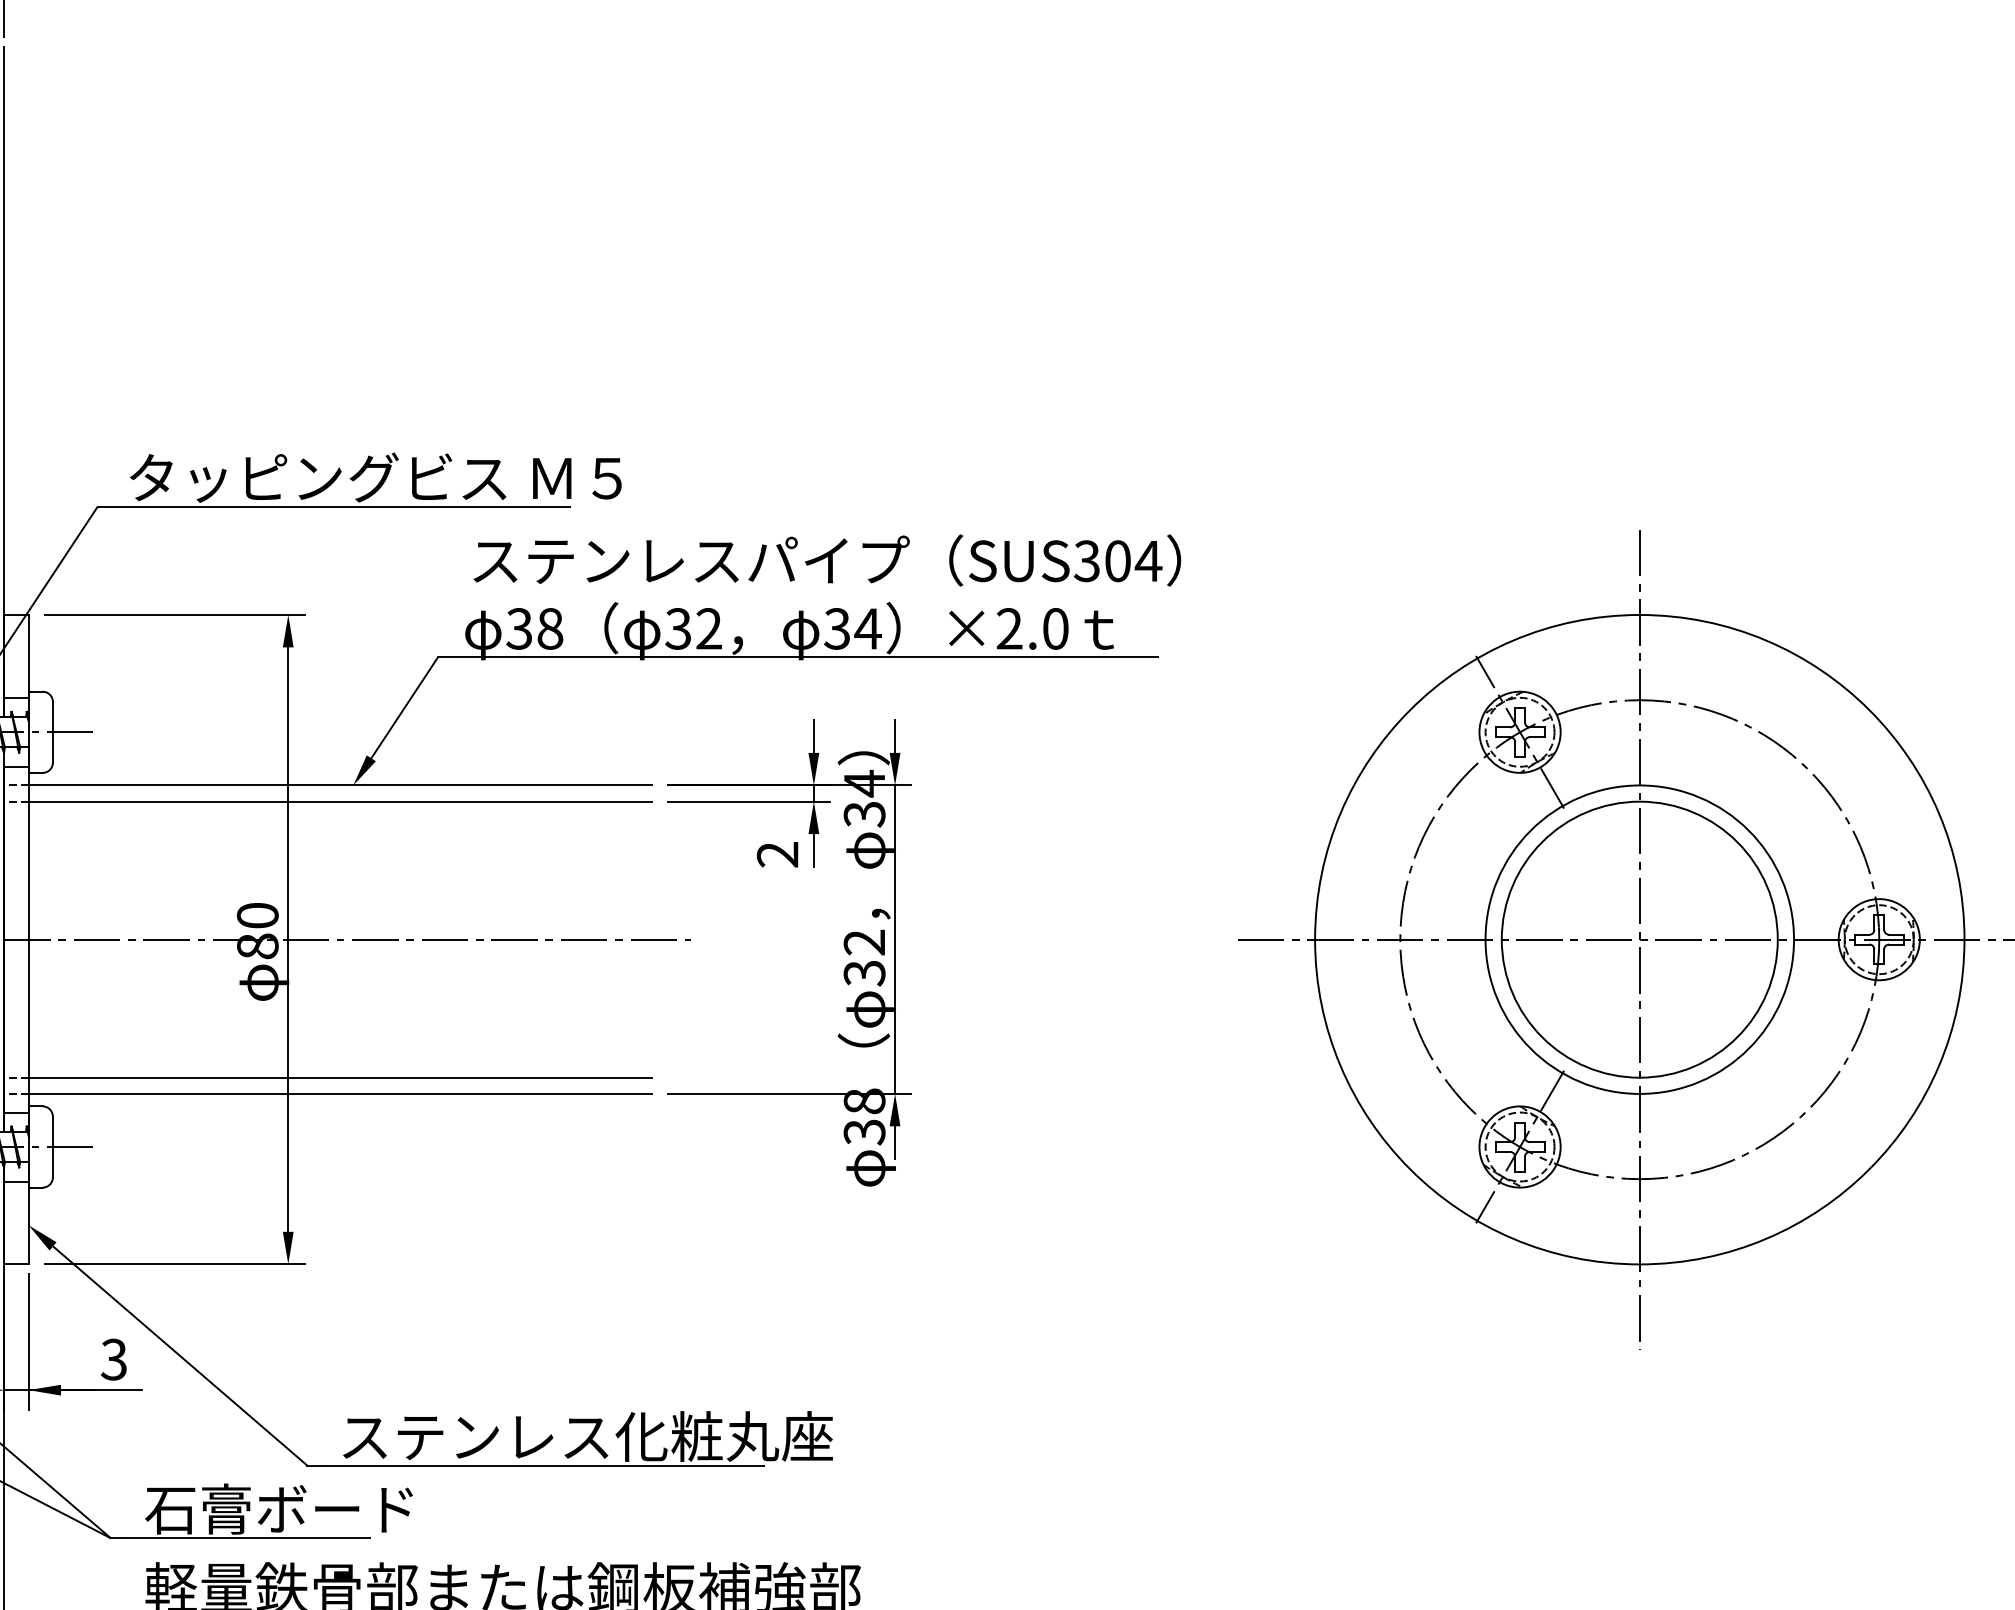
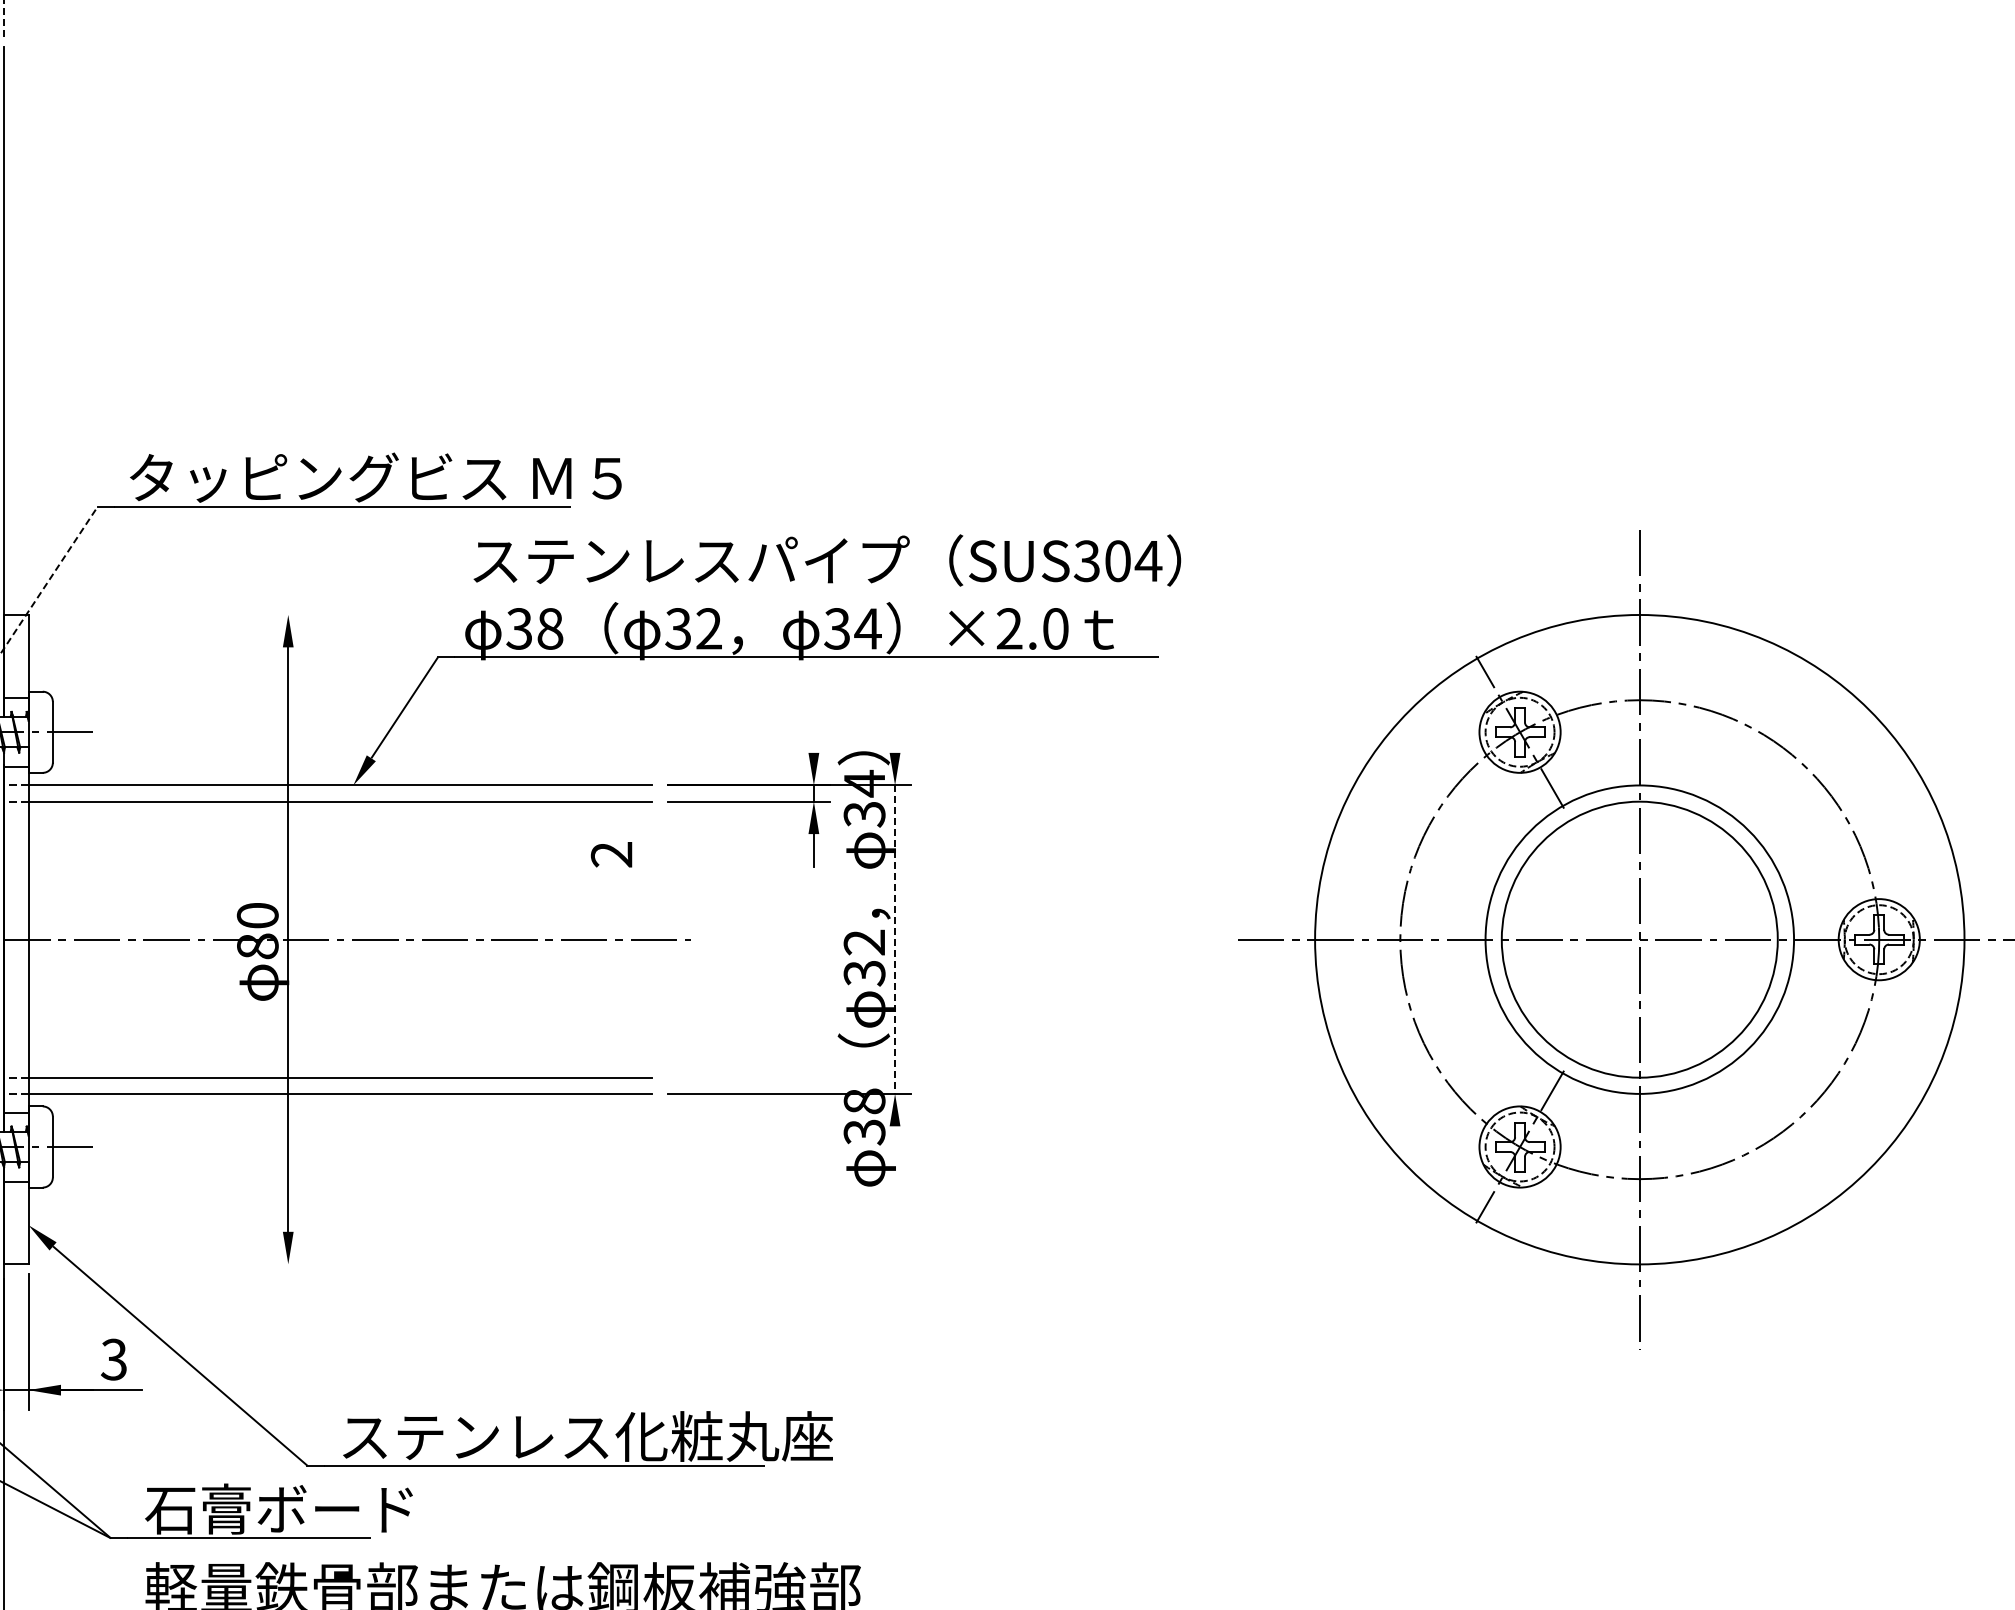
line at (4, 18): solid -> dashed
line at (49, 580): solid -> dashed
line at (174, 614): present -> none
line at (813, 736): present -> none
line at (895, 736): present -> none
text at (777, 854) position: (777, 854) -> (611, 854)
line at (895, 940): solid -> dashed
line at (895, 1142): present -> none
line at (174, 1264): present -> none
